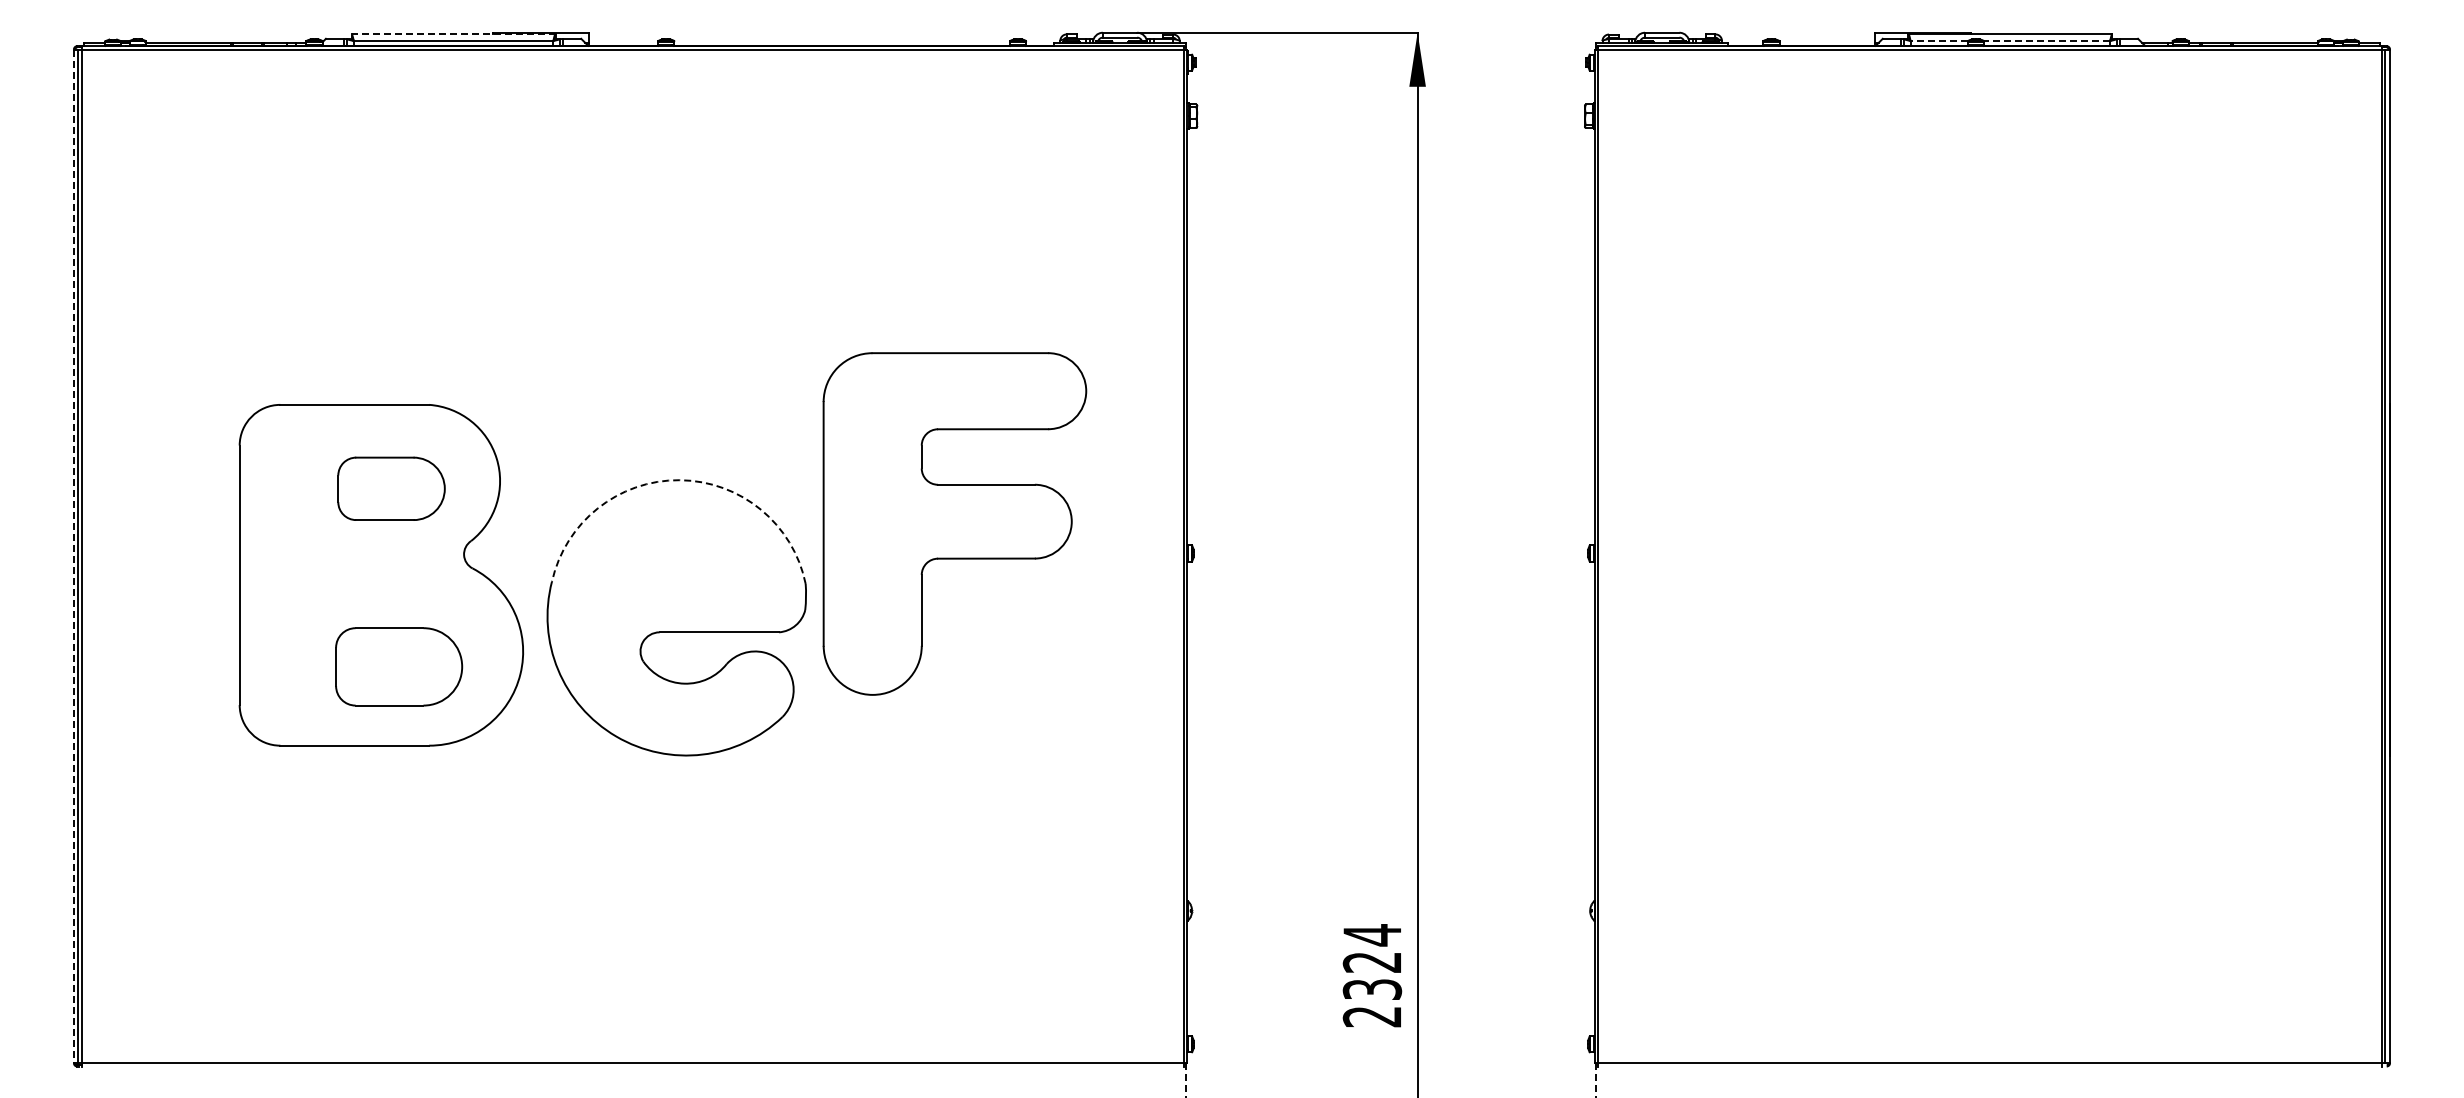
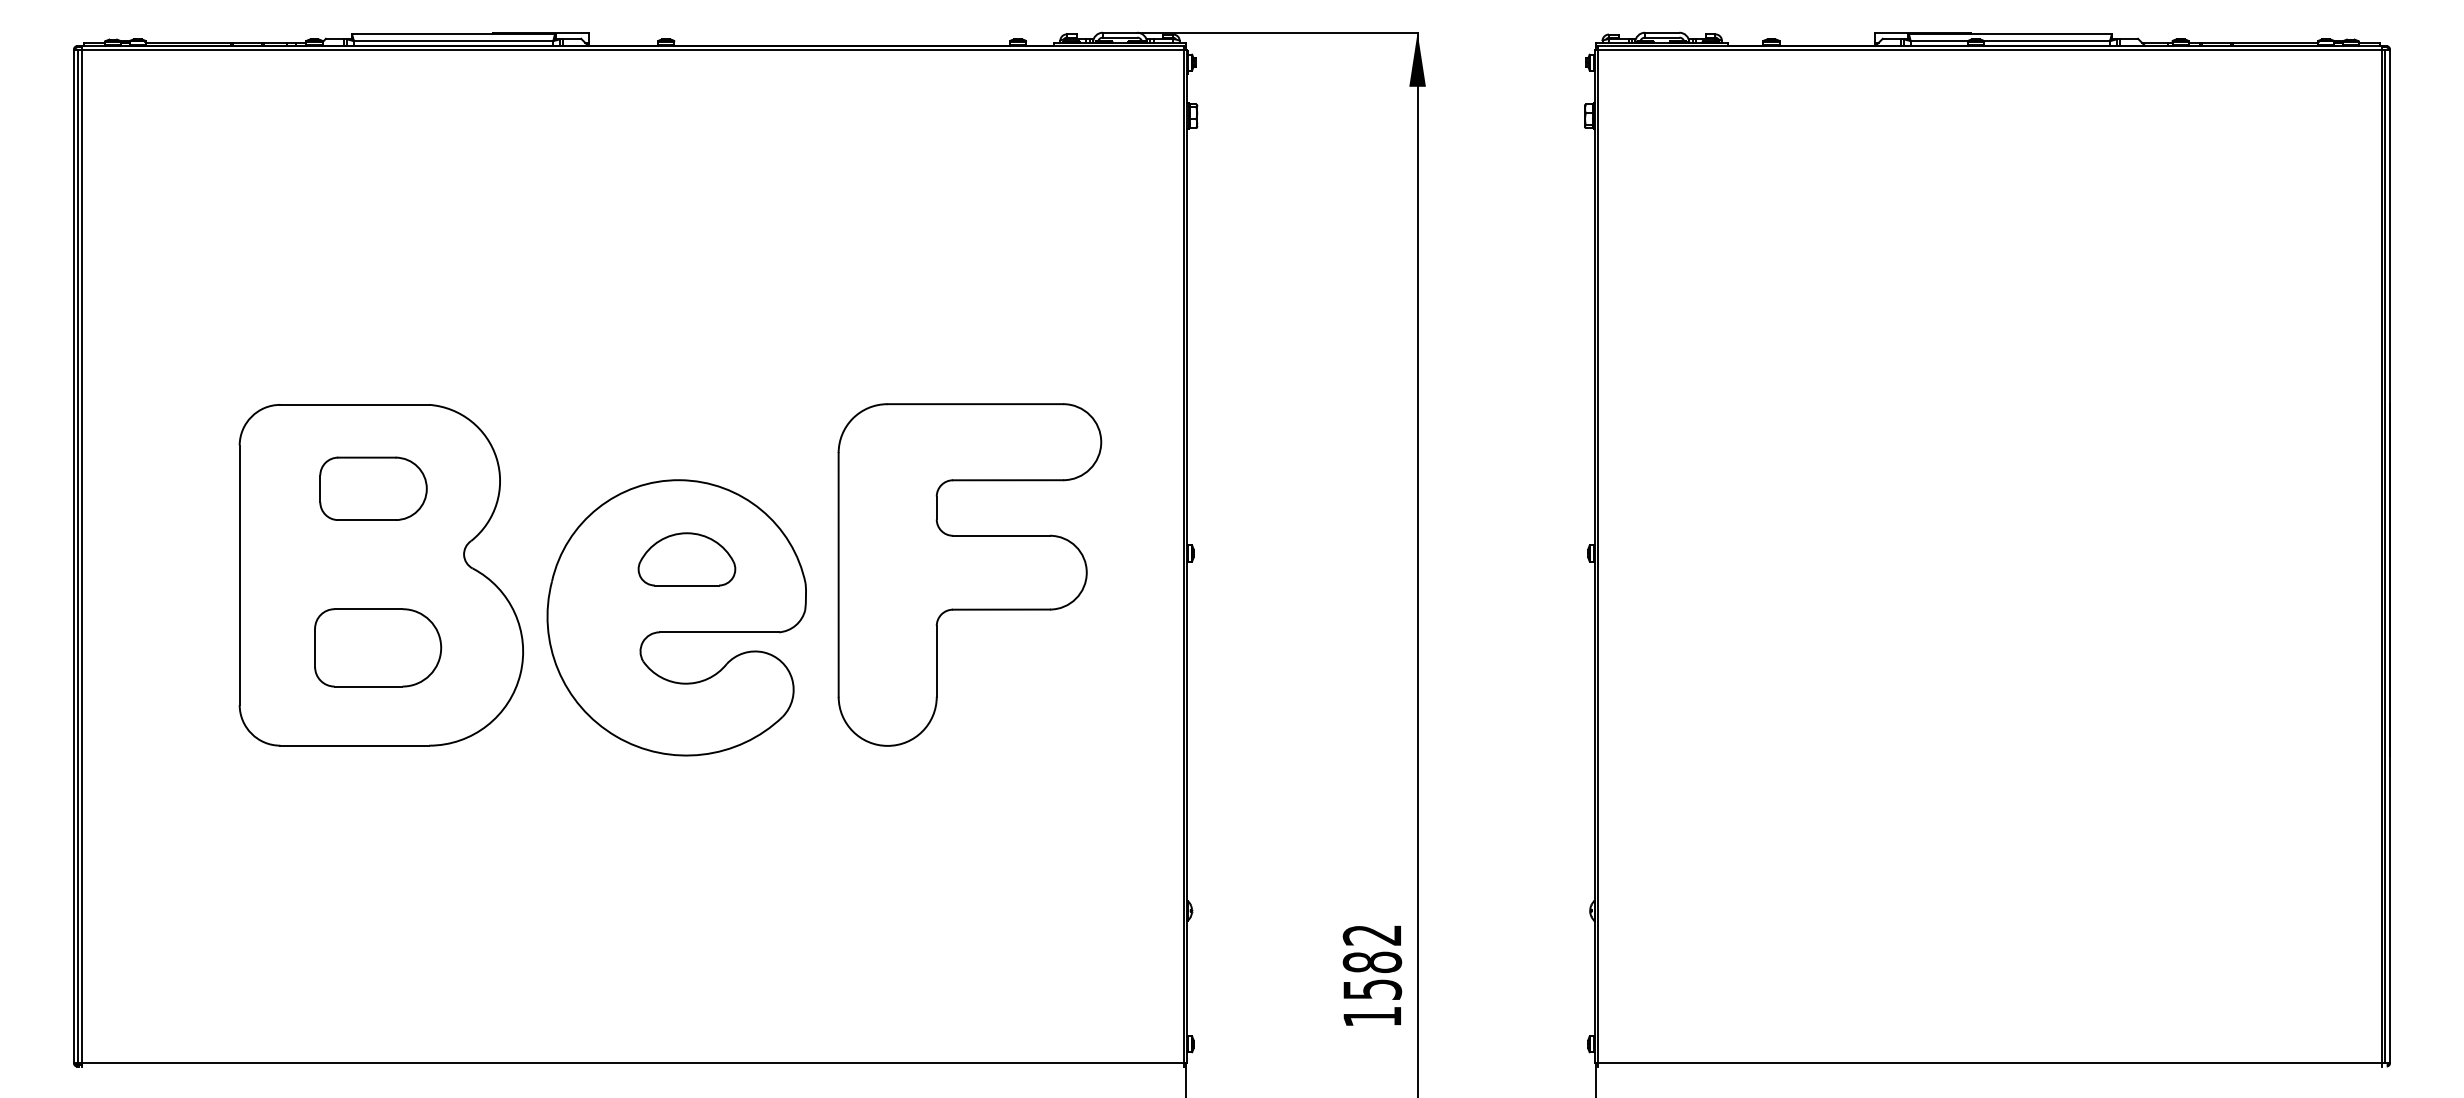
line at (453, 34): dashed -> solid
line at (1939, 40): dashed -> solid
line at (2046, 40): dashed -> solid
arc at (679, 480): dashed -> solid
part at (391, 488) position: (391, 488) -> (373, 488)
part at (954, 523) position: (954, 523) -> (969, 574)
line at (73, 556): dashed -> solid
part at (686, 559): none -> present
part at (399, 666) position: (399, 666) -> (378, 647)
text at (1372, 975): 2324 -> 1582
line at (1185, 1080): dashed -> solid
line at (1596, 1080): dashed -> solid
